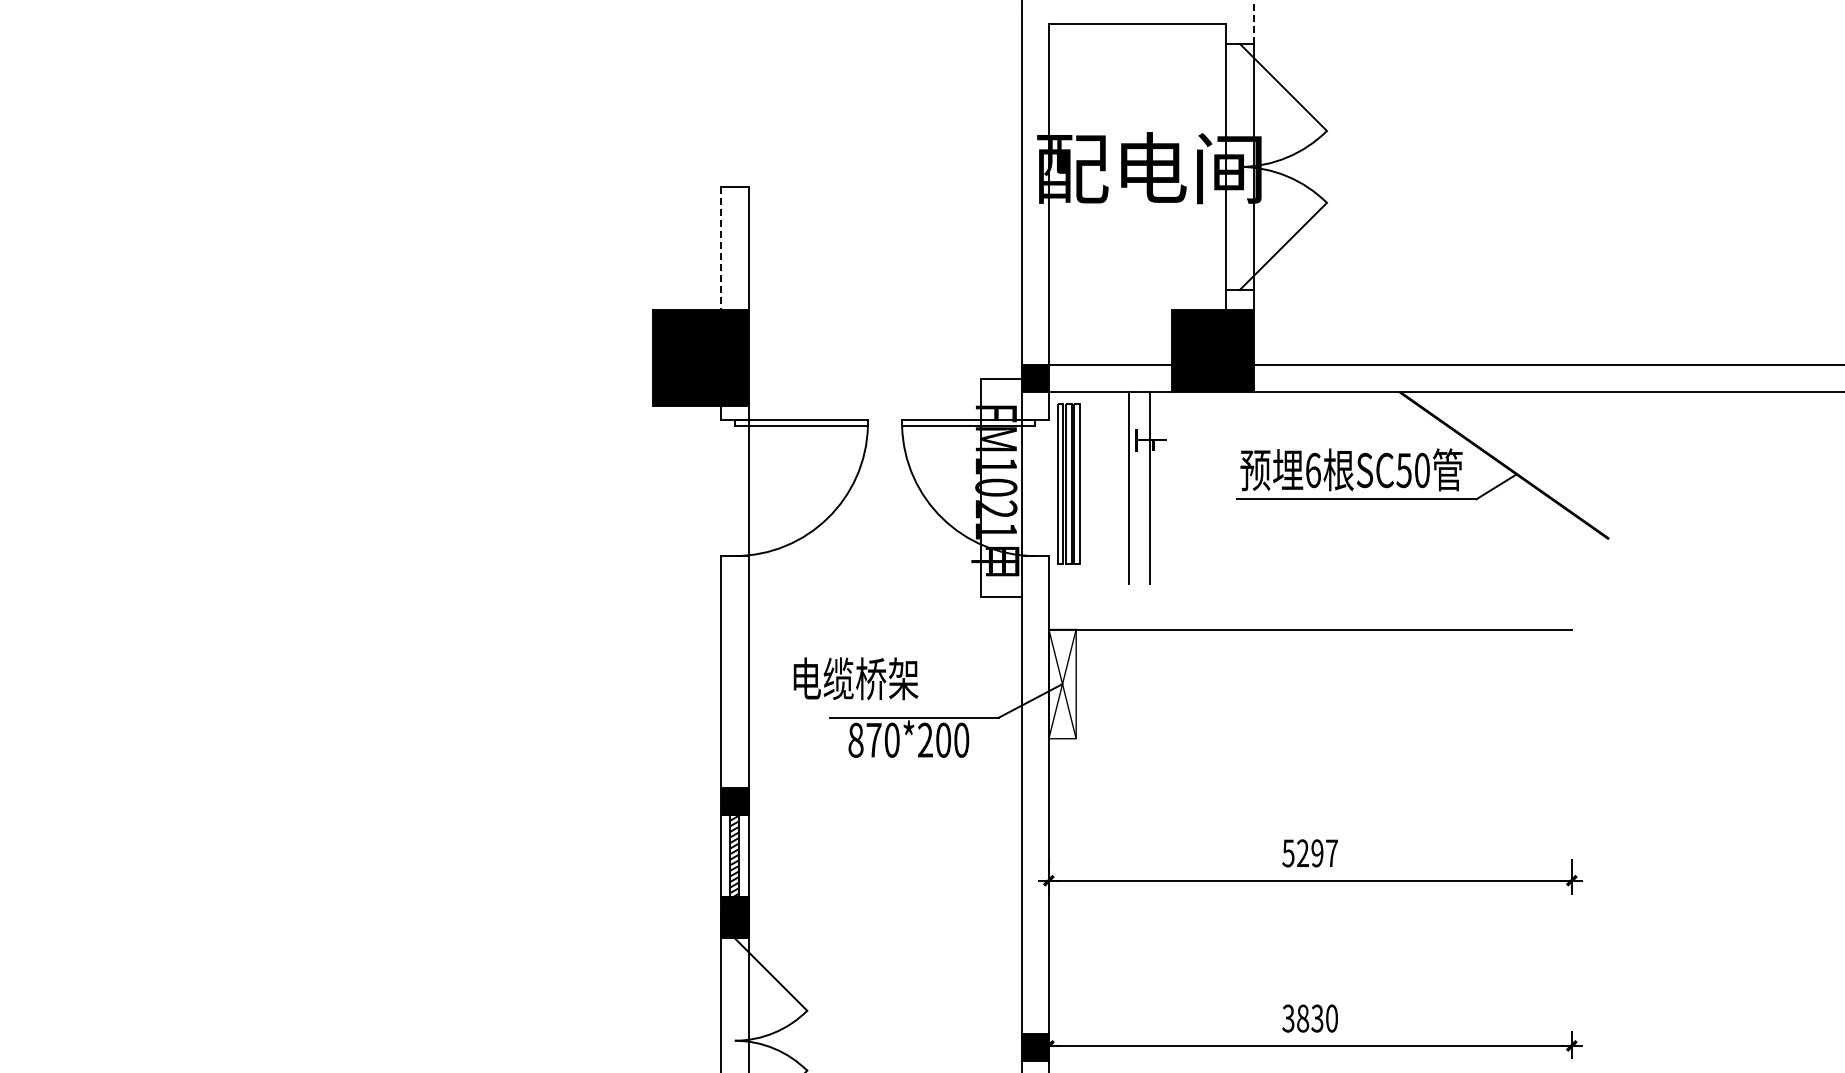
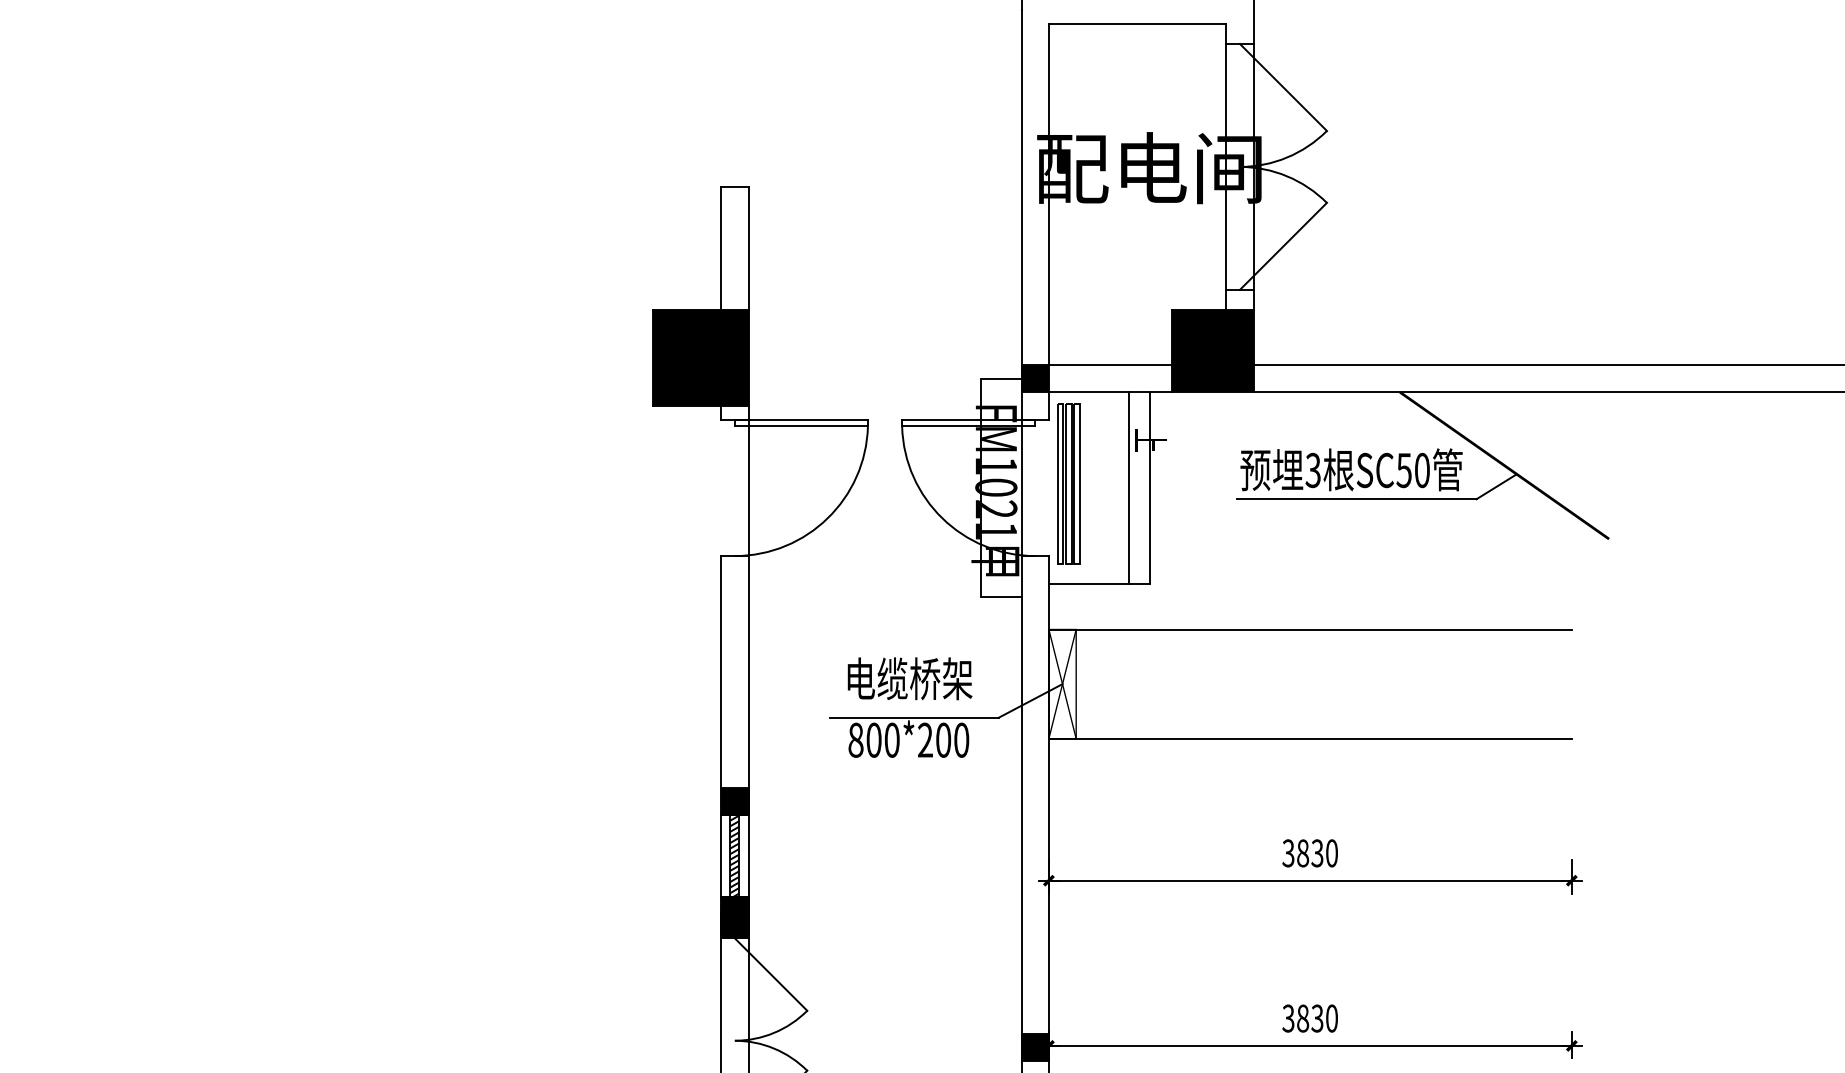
line at (1253, 22): dashed -> solid
line at (721, 249): dashed -> solid
text at (1312, 470): 6 -> 3
line at (1098, 584): none -> present
text at (855, 678) position: (855, 678) -> (909, 678)
line at (1309, 738): none -> present
text at (873, 739): 870*200 -> 800*200
text at (1309, 853): 5297 -> 3830
